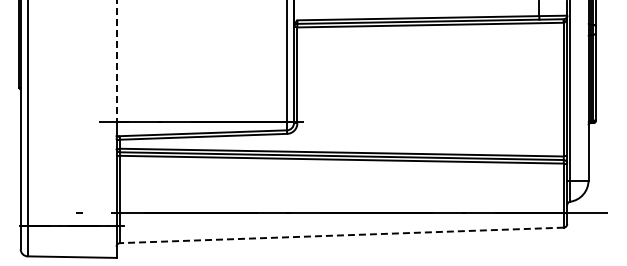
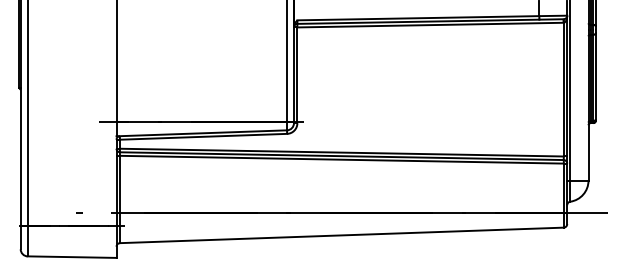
line at (116, 61): dashed -> solid
line at (341, 235): dashed -> solid
